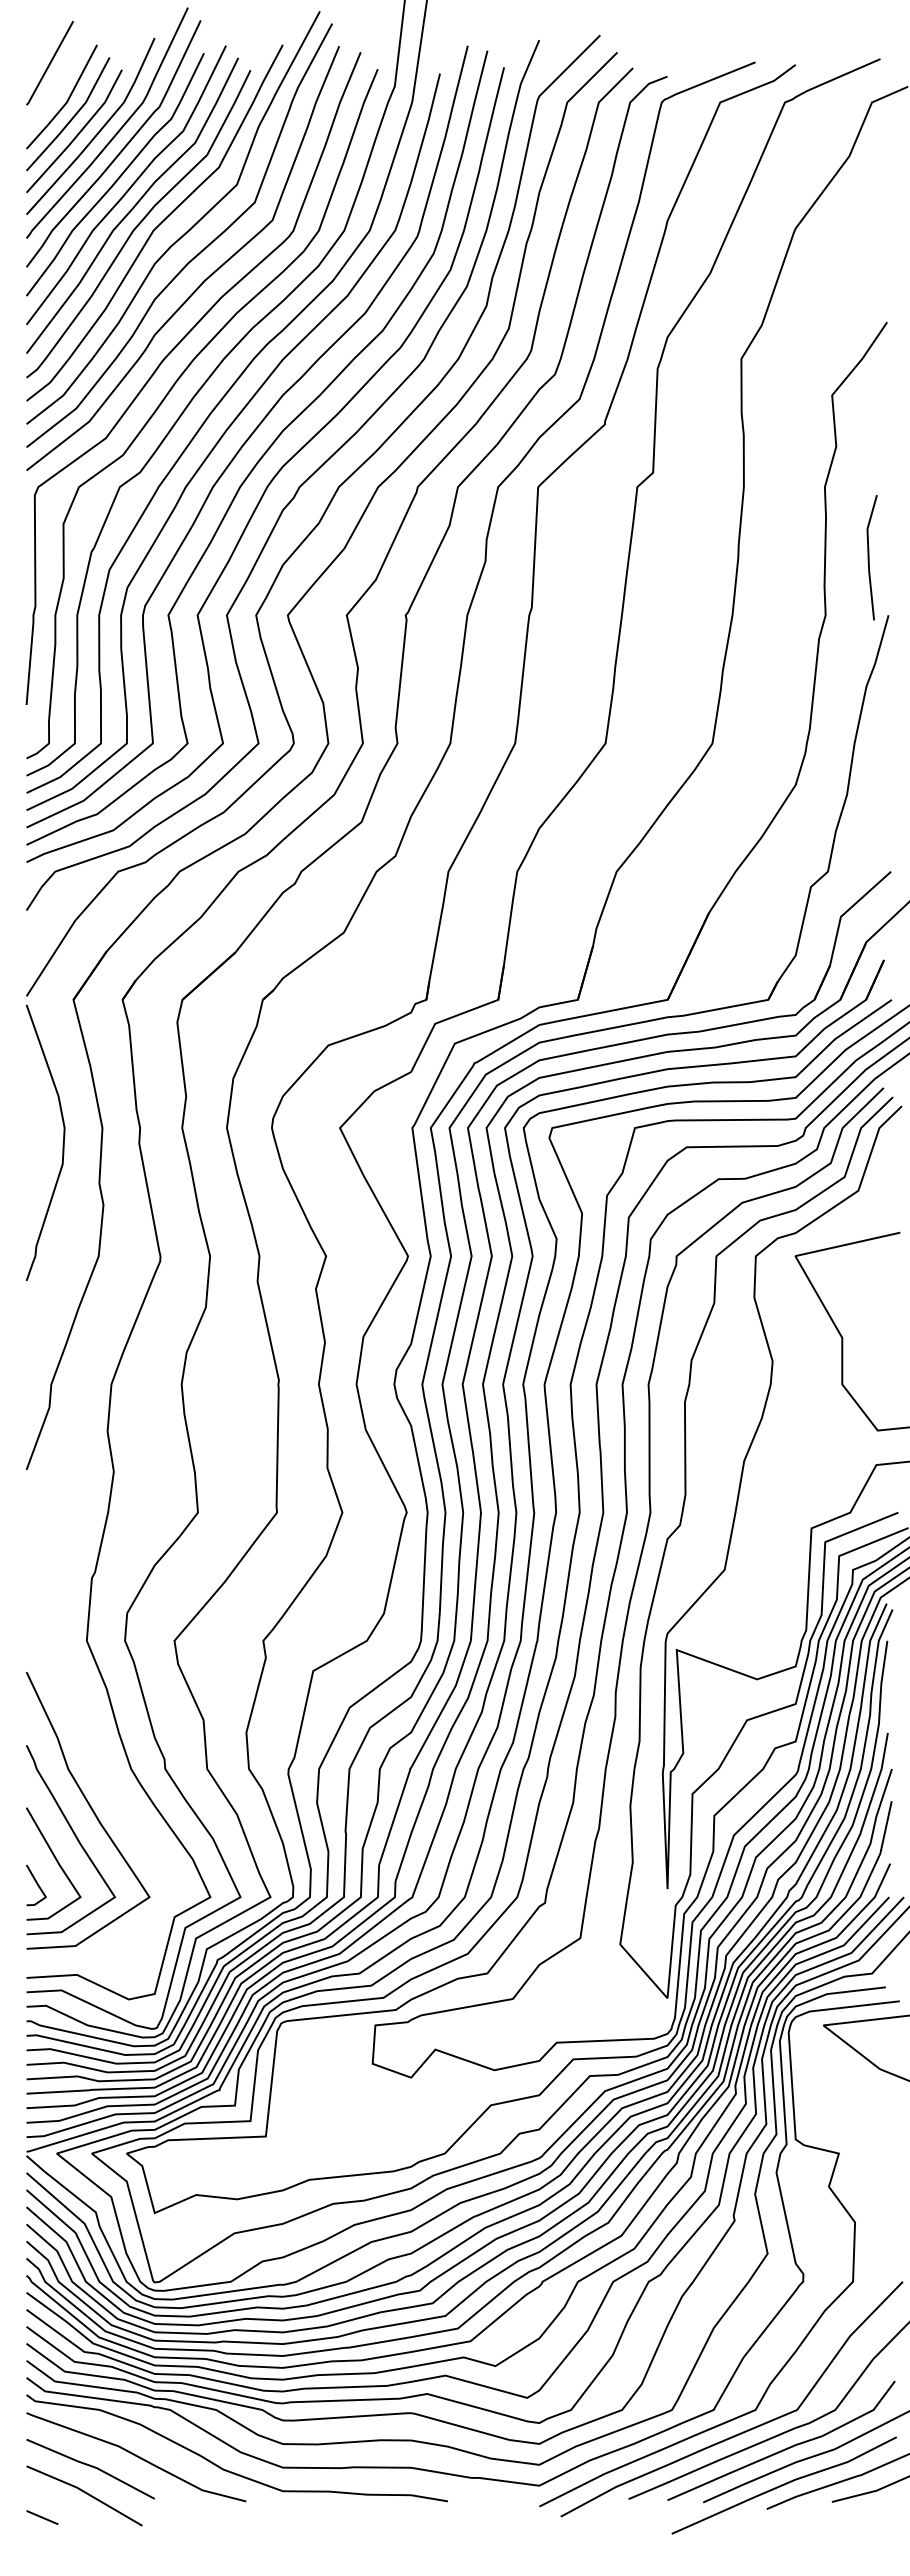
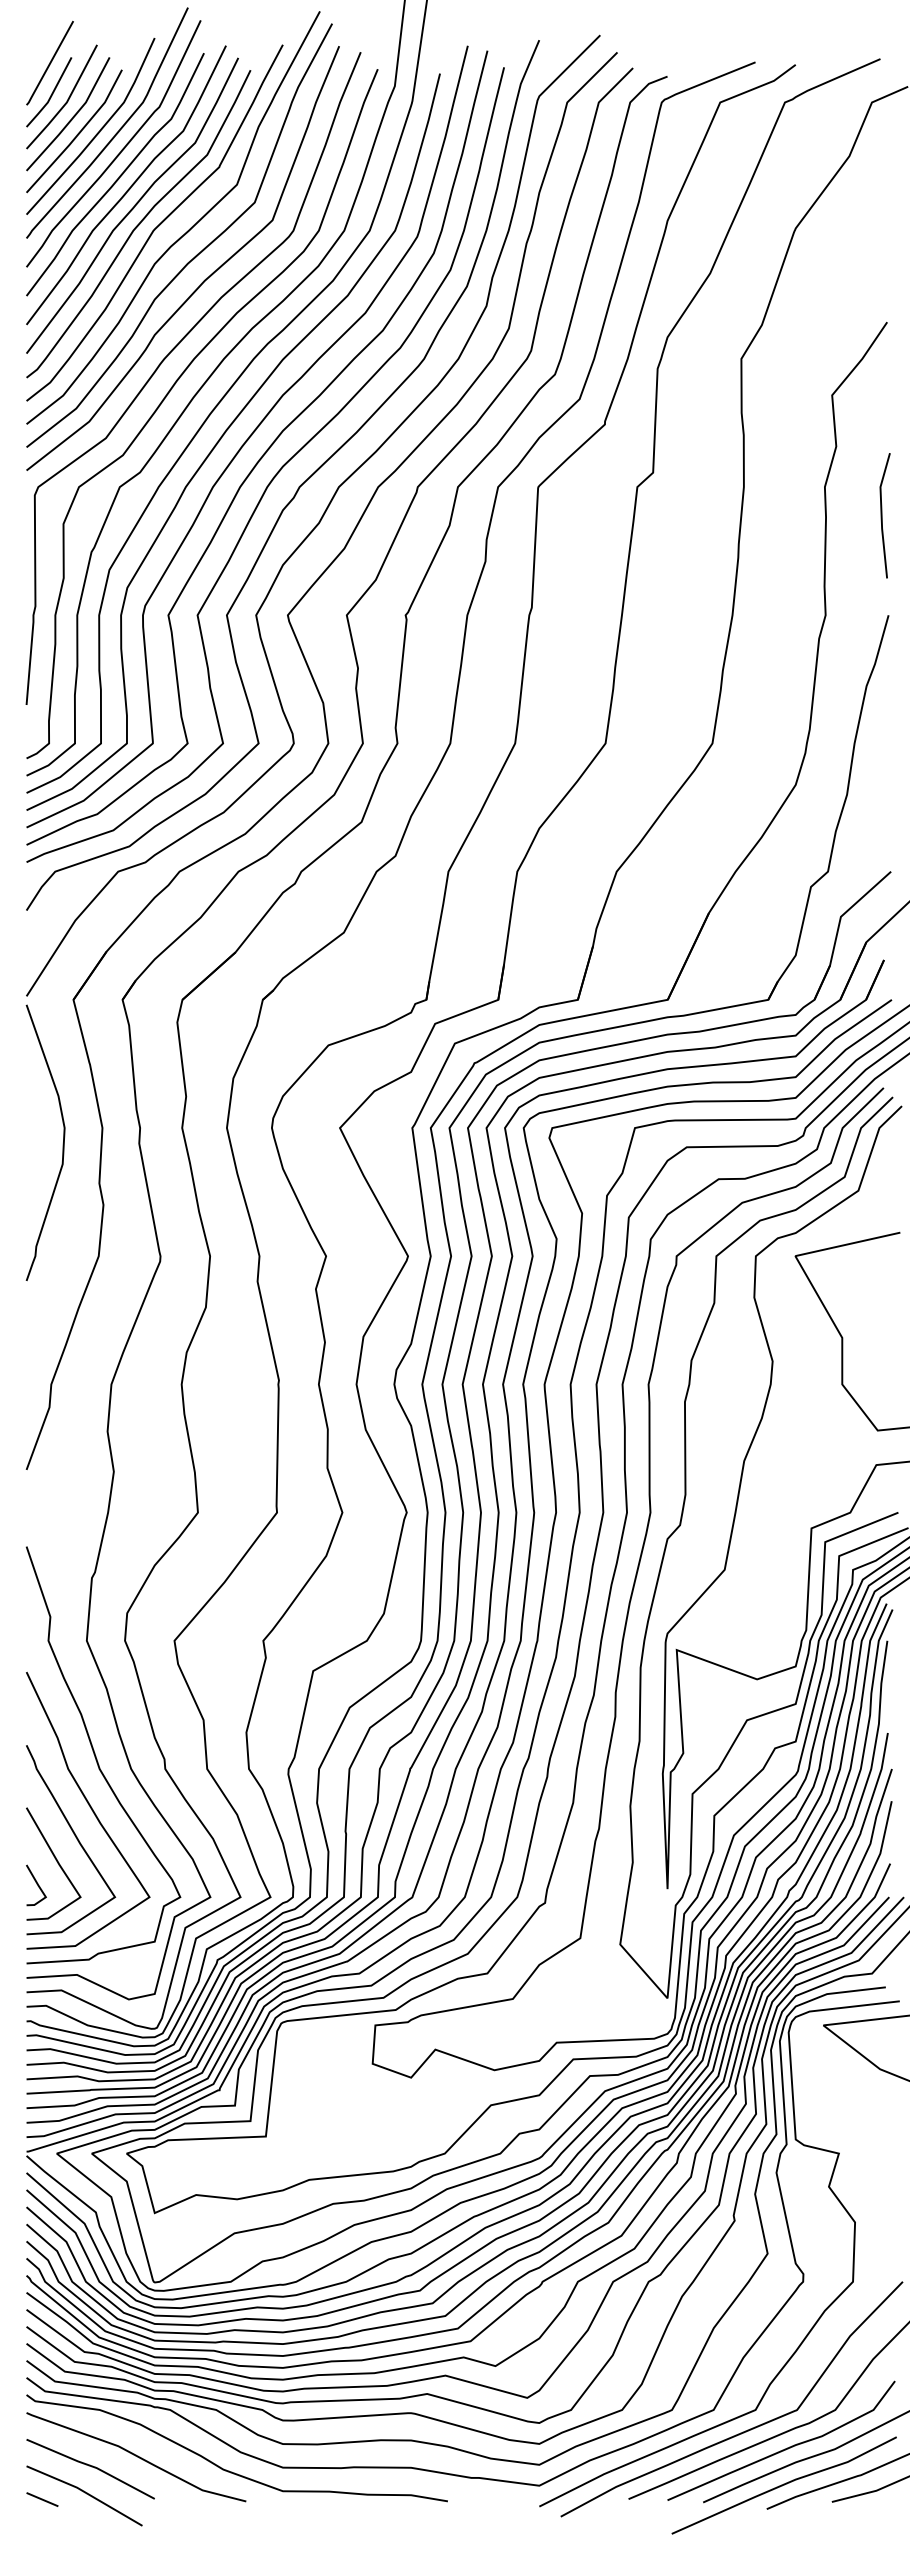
line at (51, 93): none -> present
line at (869, 557) position: (869, 557) -> (882, 515)
curve at (96, 1756): none -> present
line at (42, 2517) position: (42, 2517) -> (42, 2499)
